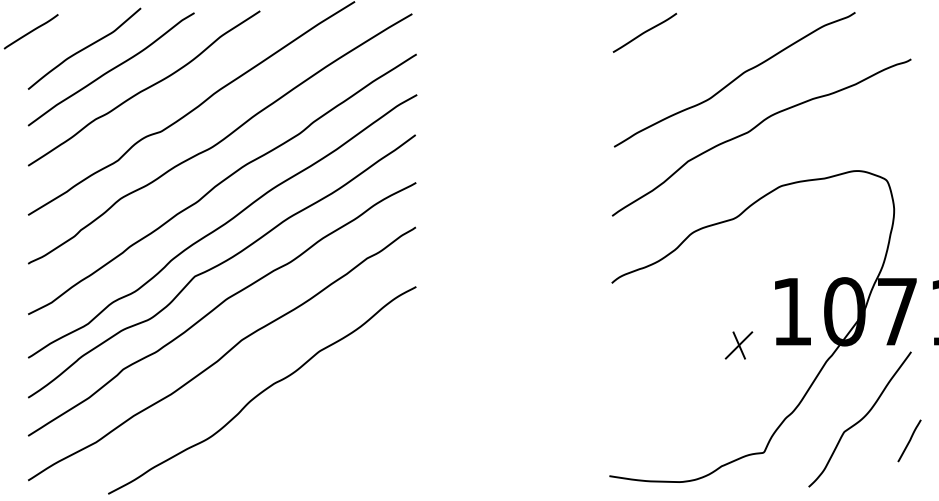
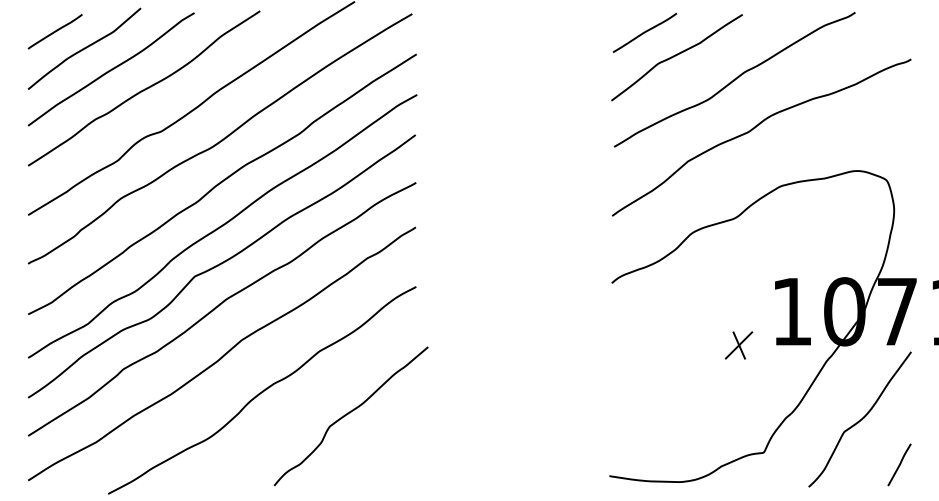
line at (30, 31) position: (30, 31) -> (54, 31)
curve at (676, 56): none -> present
curve at (348, 414): none -> present
line at (909, 440) position: (909, 440) -> (899, 464)
